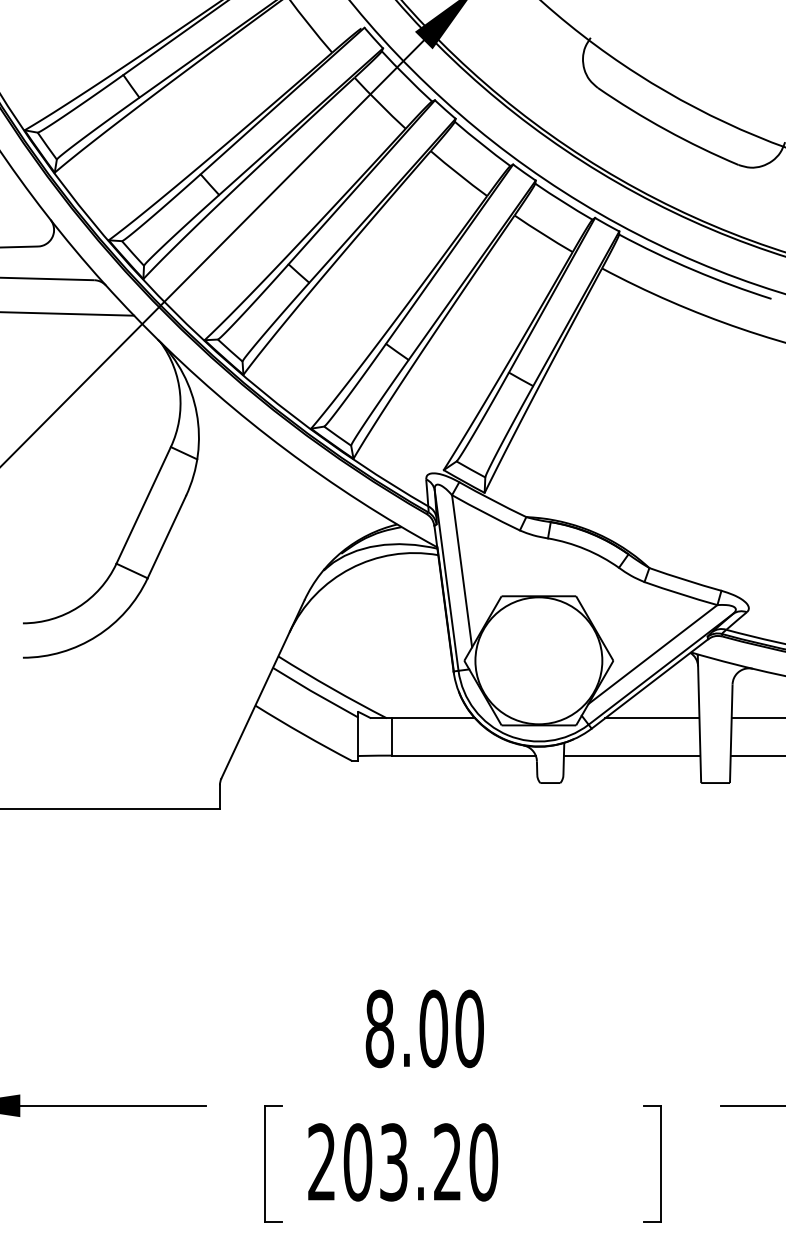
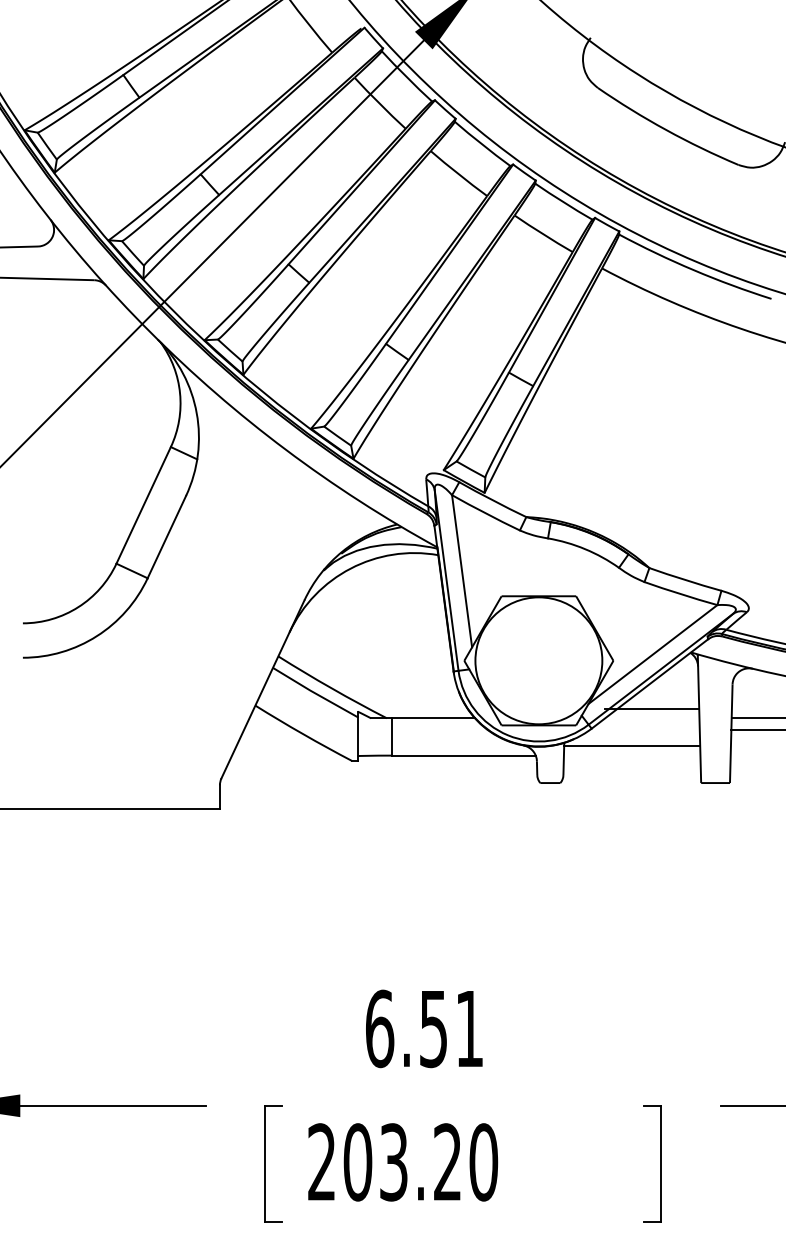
line at (68, 313): present -> none
line at (652, 718) position: (652, 718) -> (652, 709)
line at (631, 755) position: (631, 755) -> (631, 745)
line at (756, 755) position: (756, 755) -> (756, 729)
text at (424, 1028): 8.00 -> 6.51
